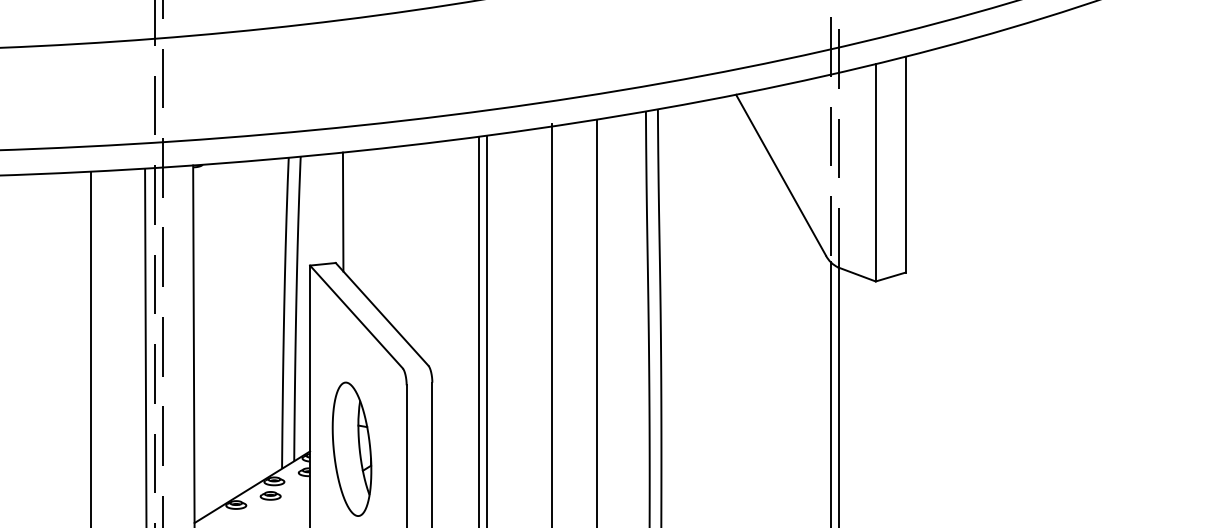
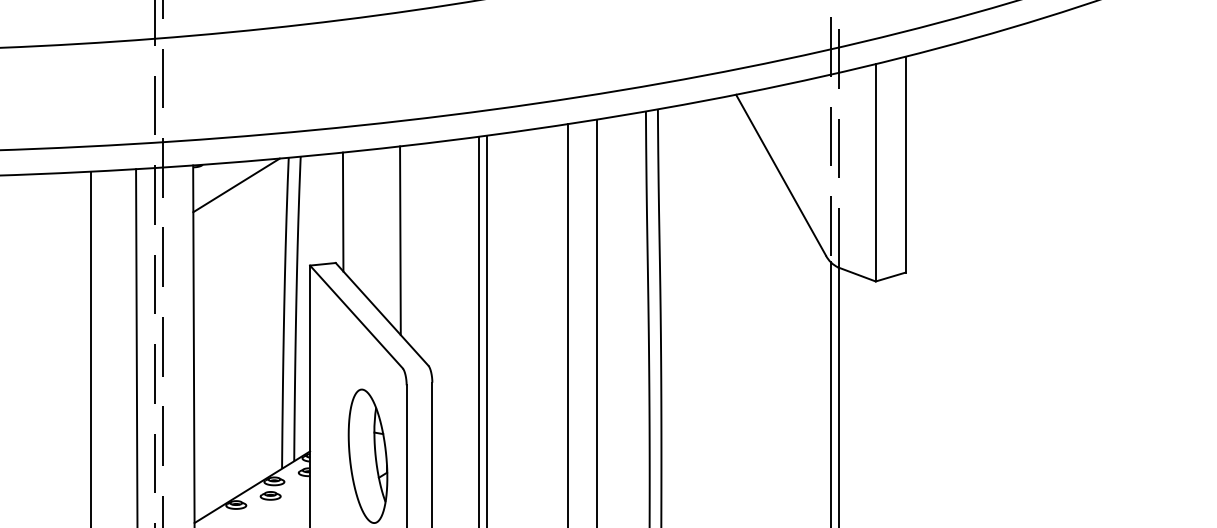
line at (236, 185): none -> present
line at (400, 240): none -> present
line at (551, 324) position: (551, 324) -> (567, 324)
line at (145, 346) position: (145, 346) -> (136, 346)
part at (351, 448) position: (351, 448) -> (367, 455)
